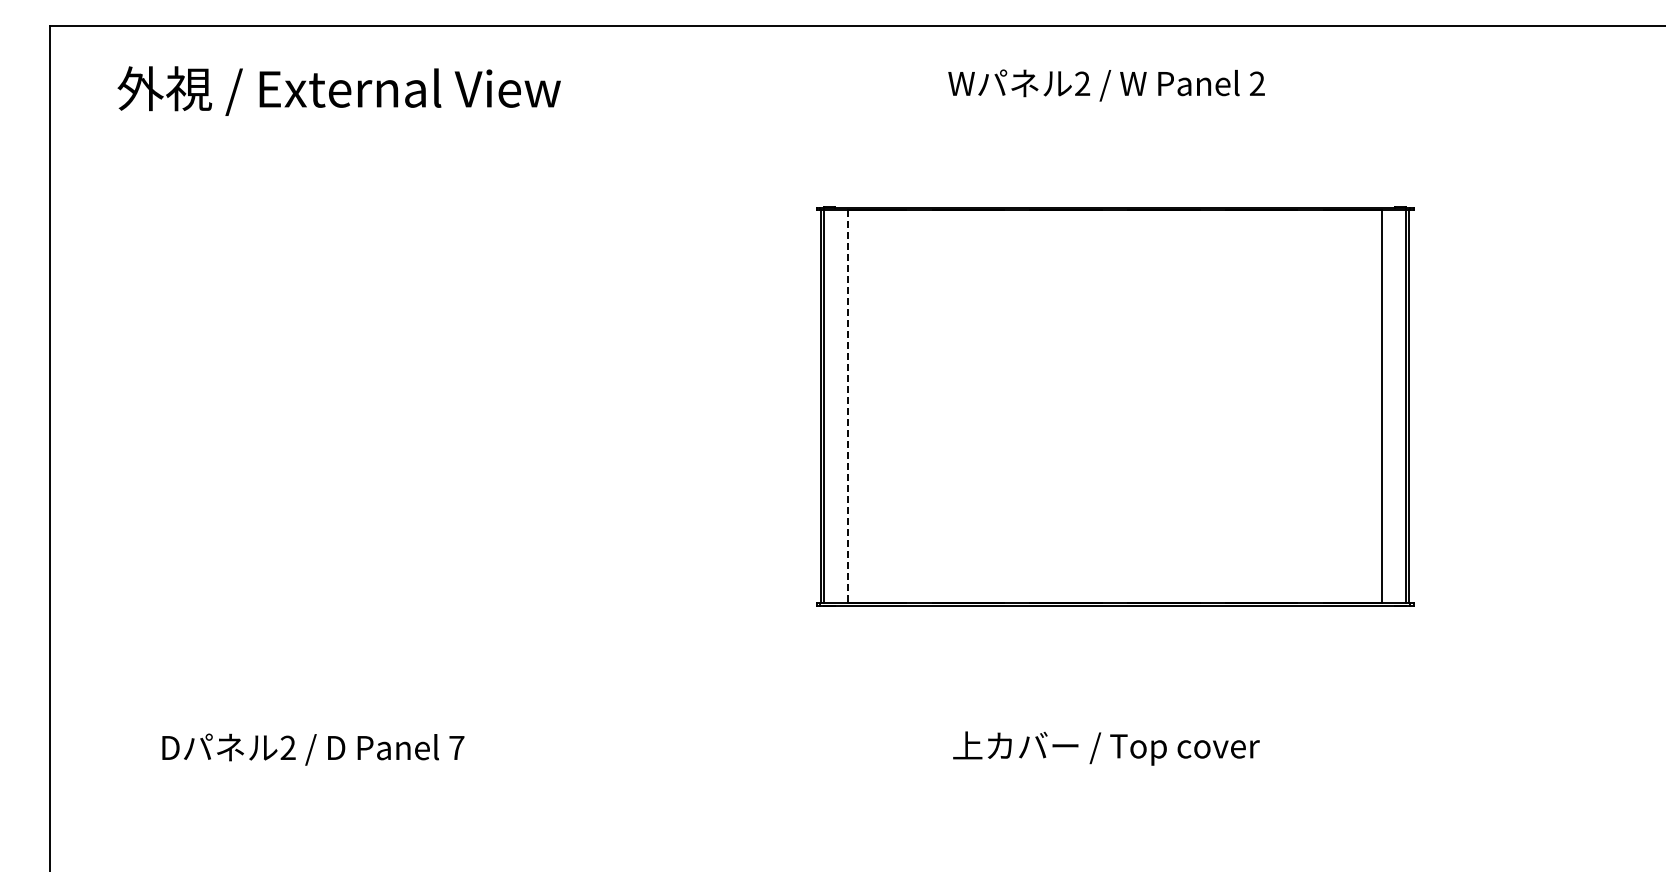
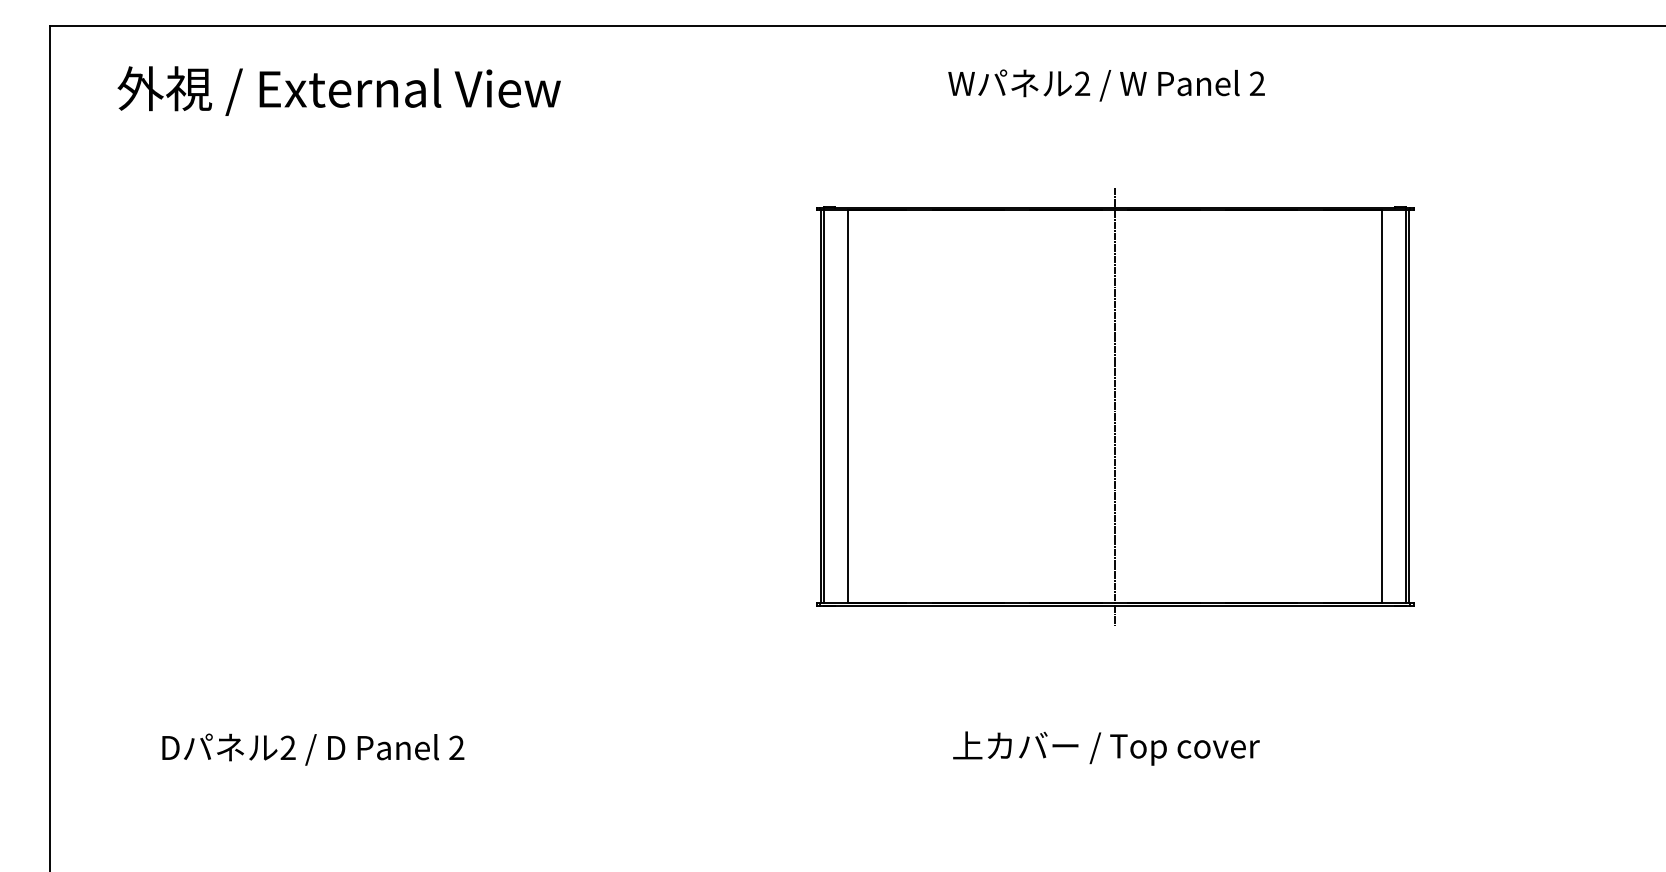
line at (1115, 406): none -> present
line at (847, 407): dashed -> solid
text at (456, 747): 7 -> 2
